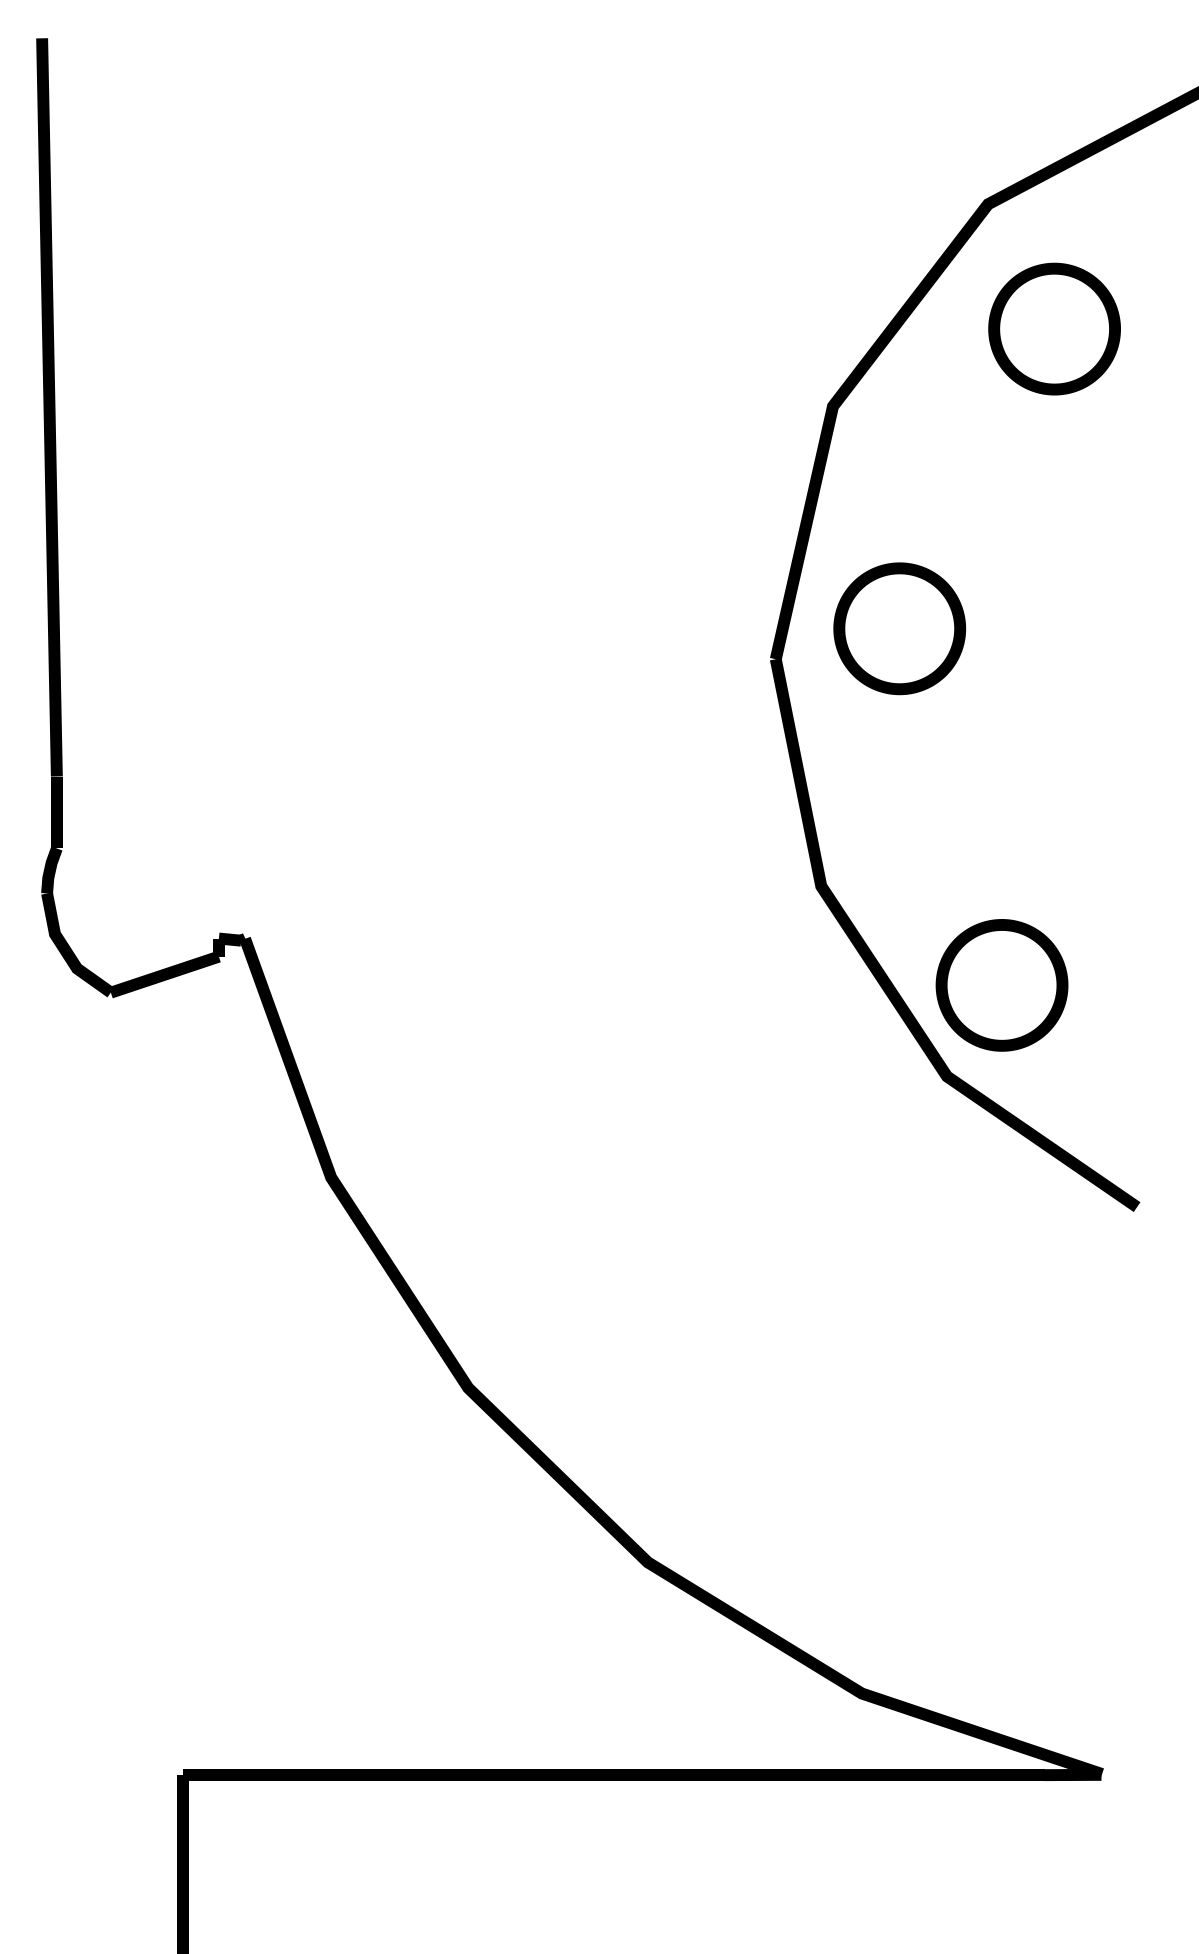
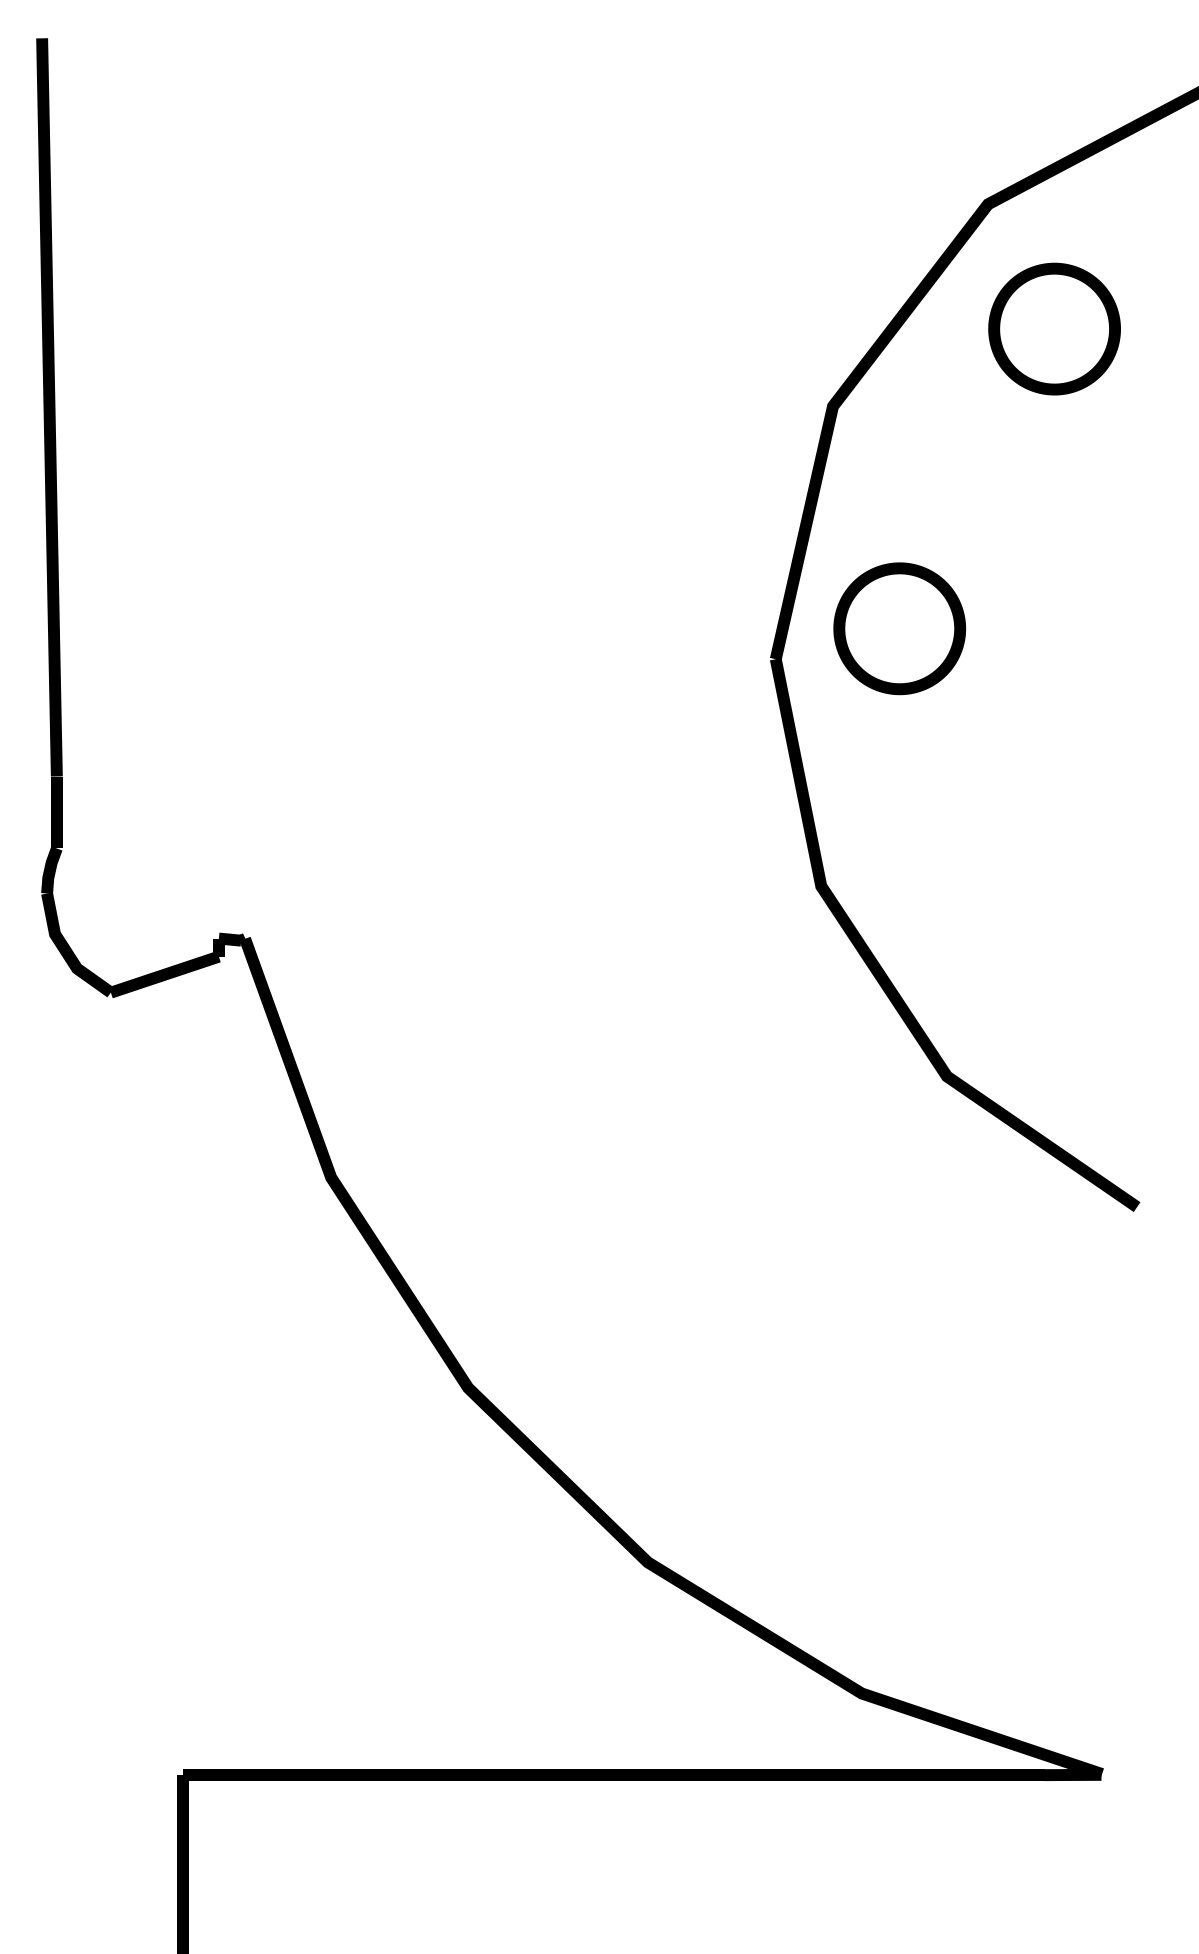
part at (1001, 985): present -> none
